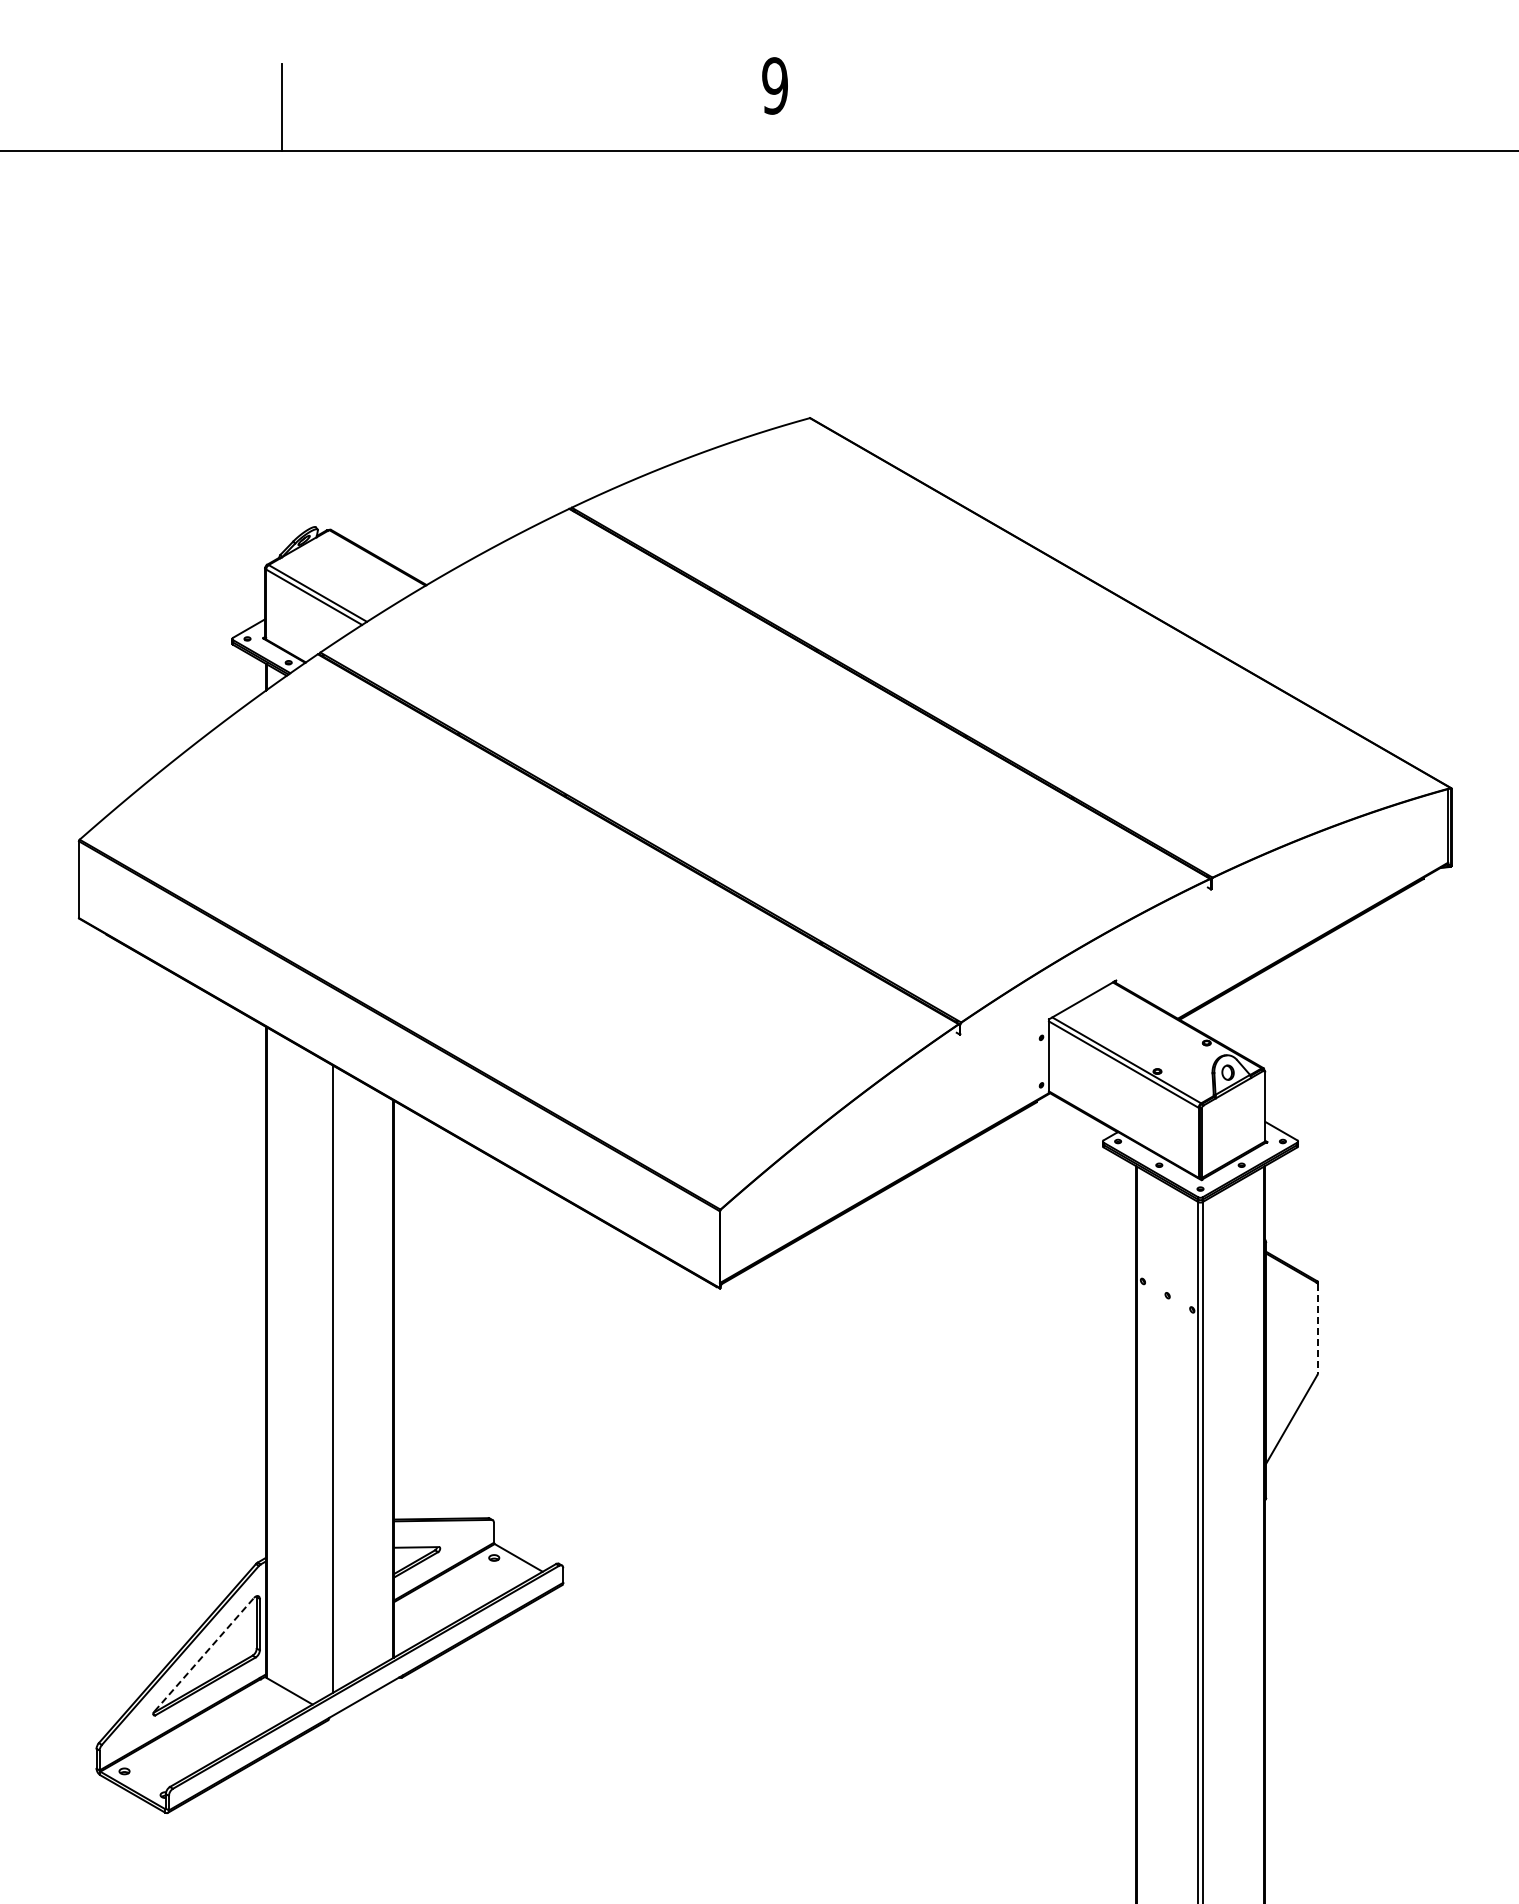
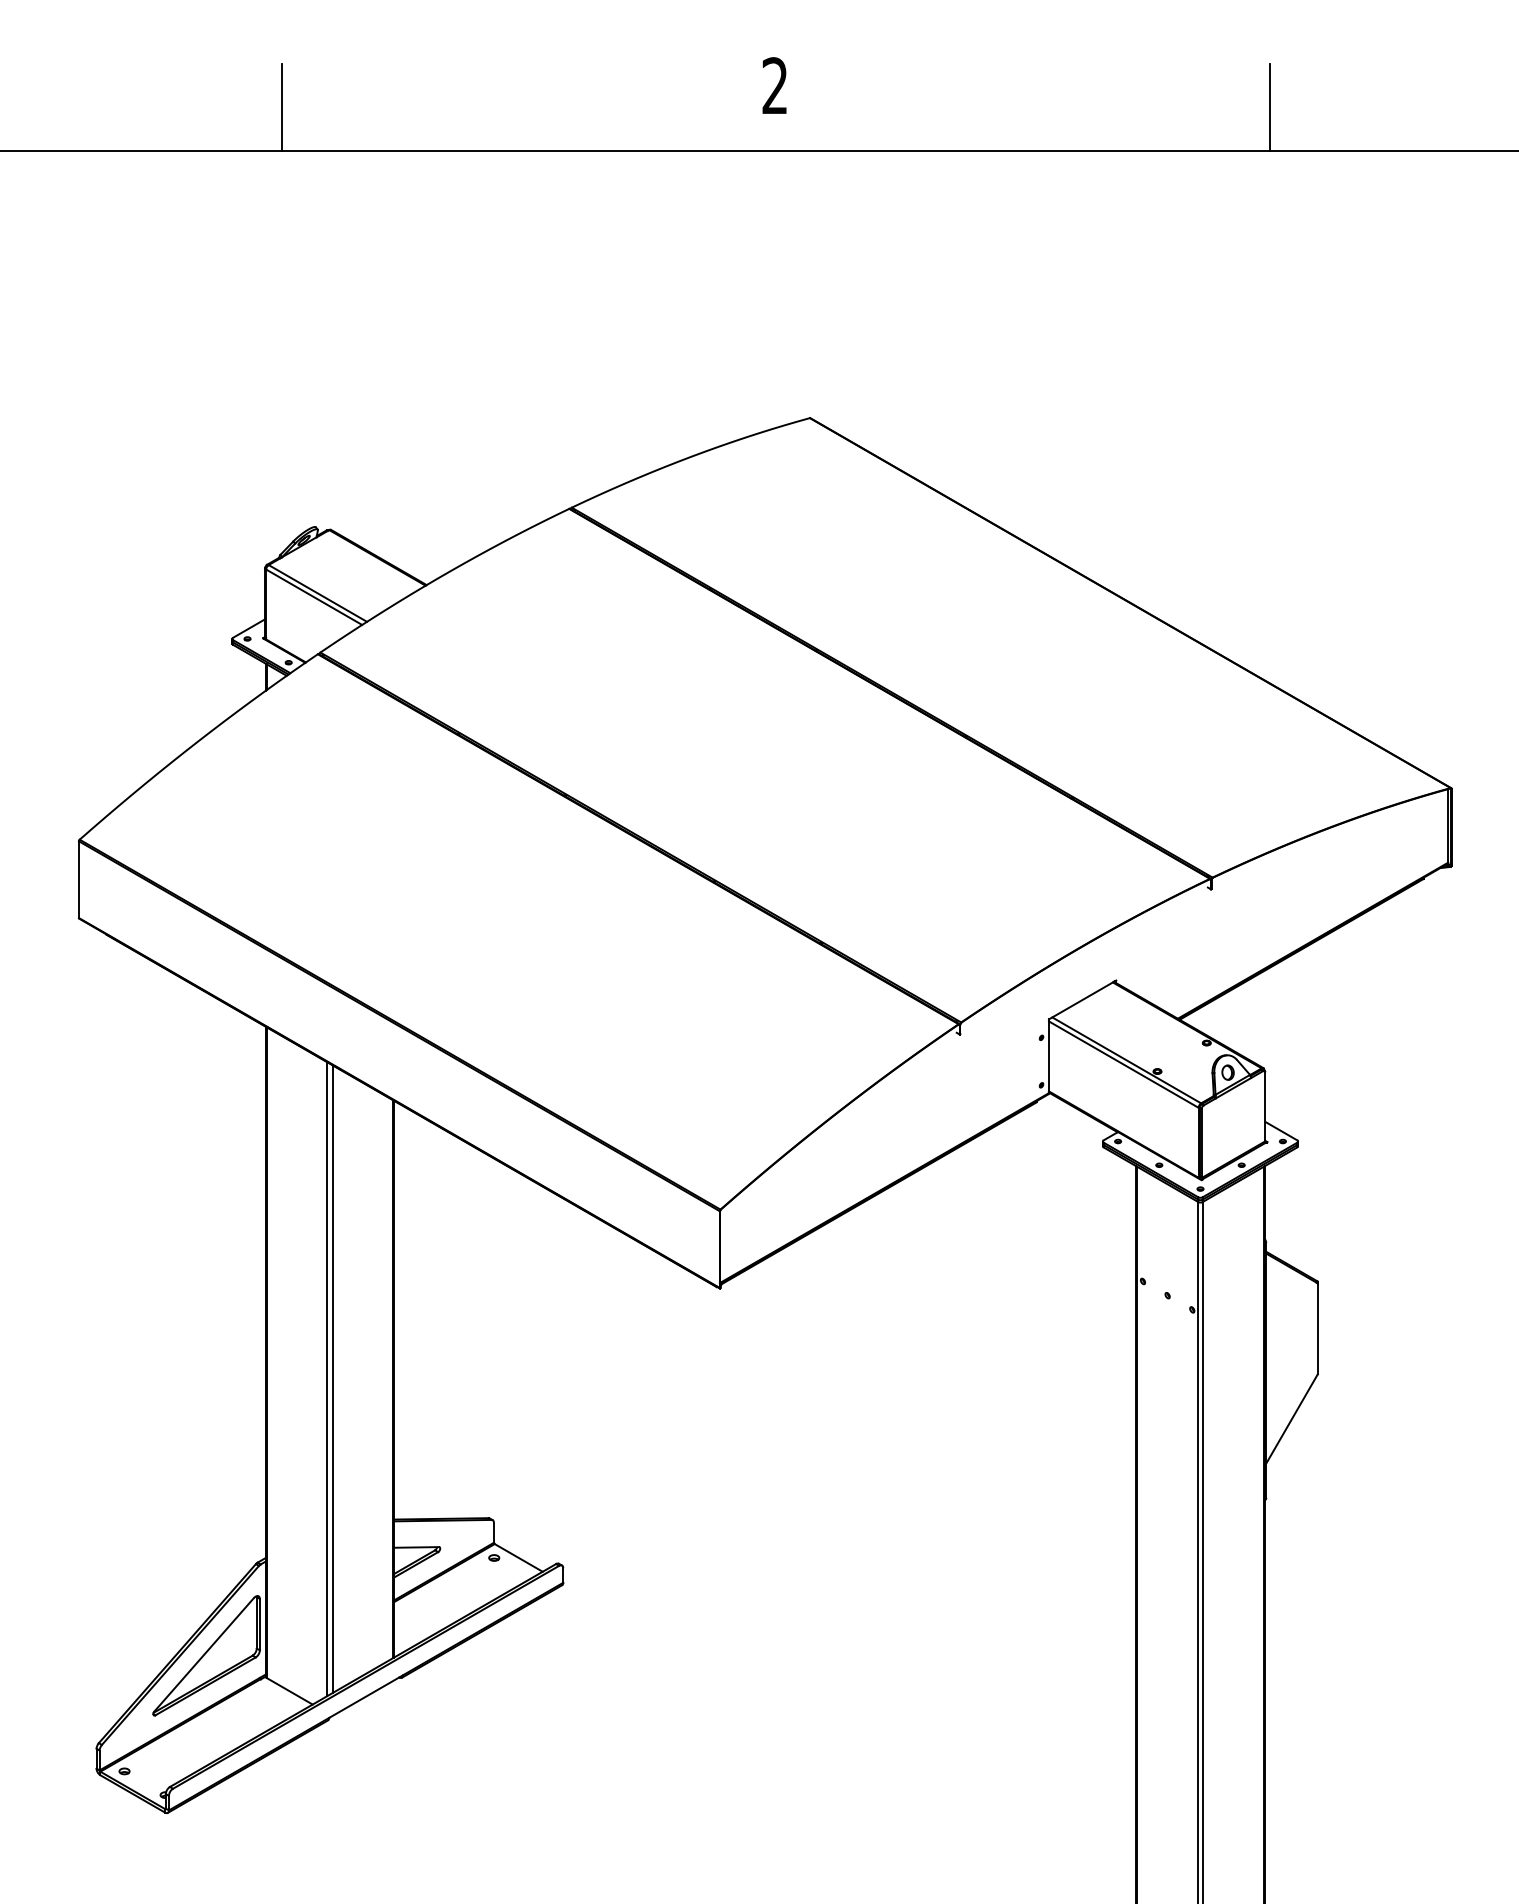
text at (774, 85): 9 -> 2
line at (1269, 107): none -> present
line at (1317, 1329): dashed -> solid
line at (327, 1379): none -> present
line at (204, 1654): dashed -> solid
